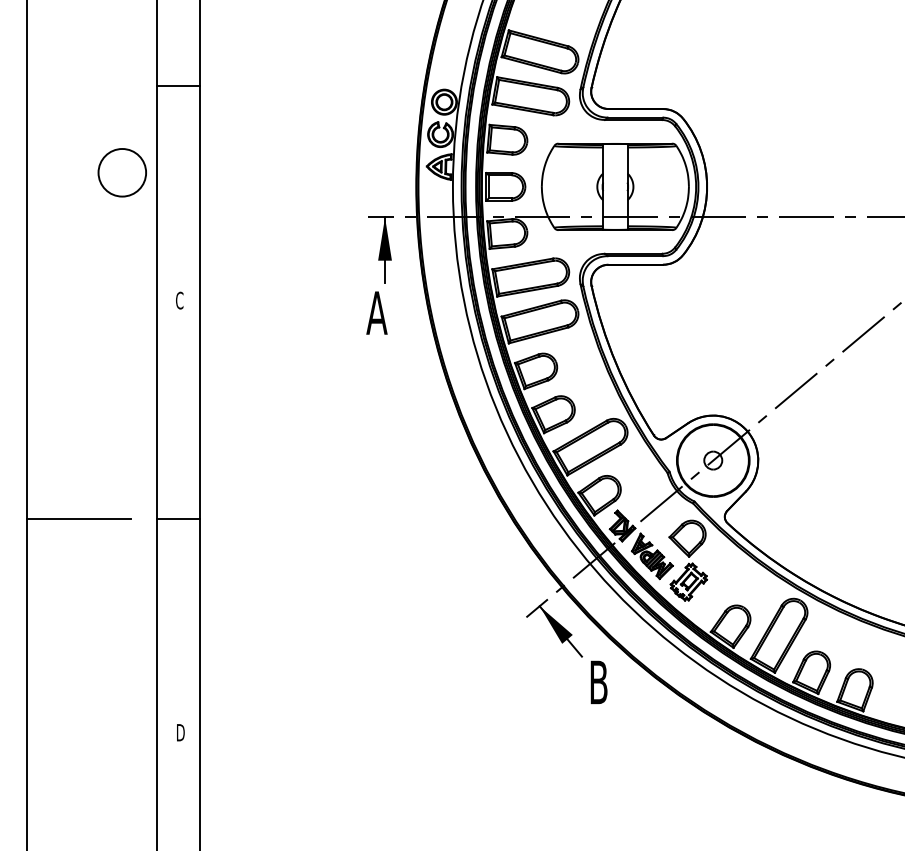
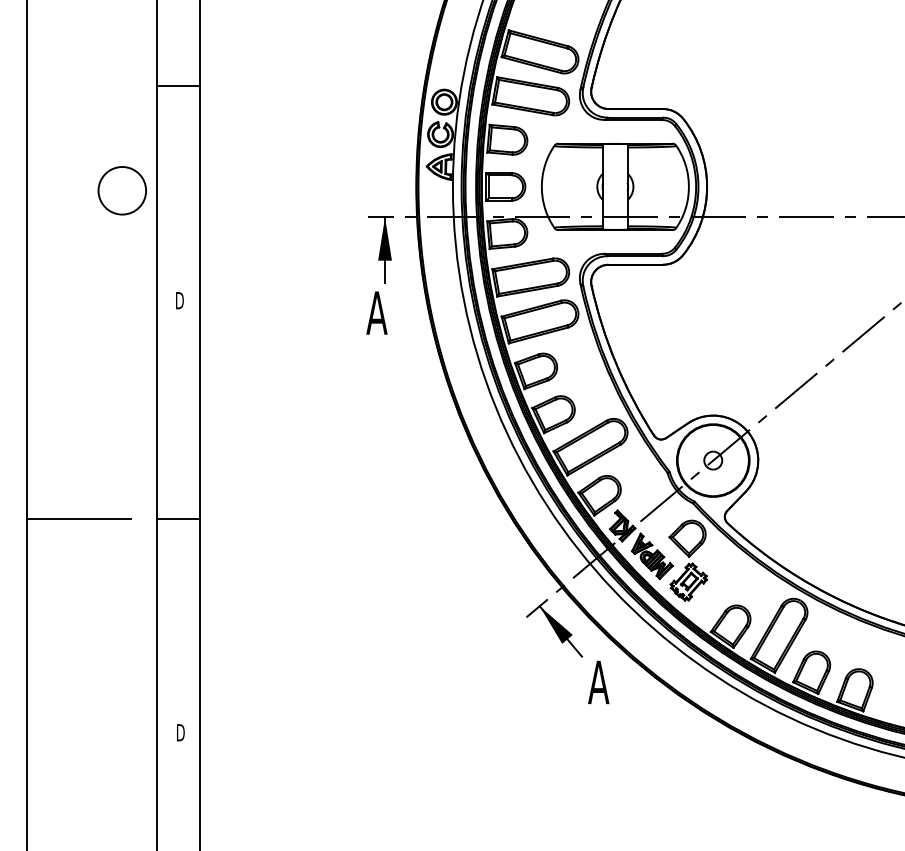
circle at (121, 172) position: (121, 172) -> (121, 190)
text at (179, 300): C -> D
text at (598, 682): B -> A
